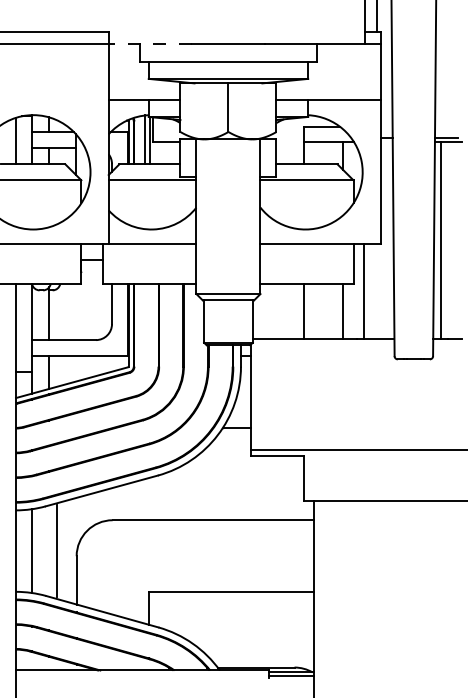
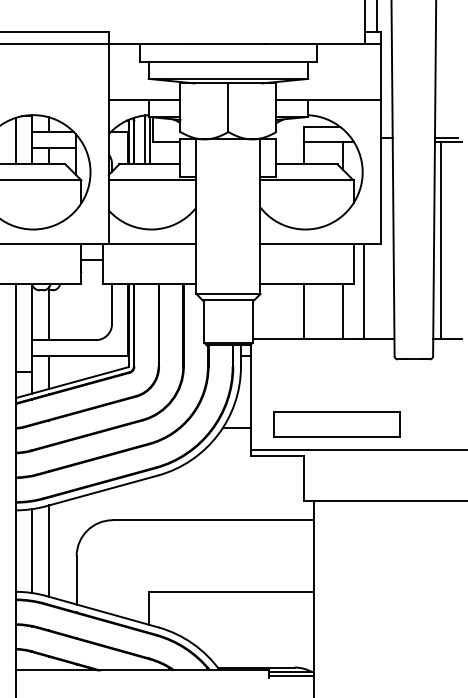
line at (150, 44): dashed -> solid
part at (336, 424): none -> present
line at (57, 550) position: (57, 550) -> (49, 550)
